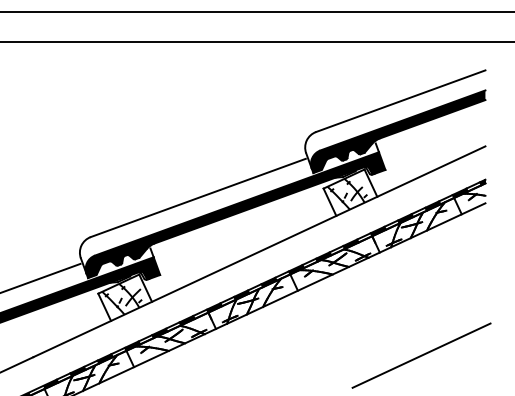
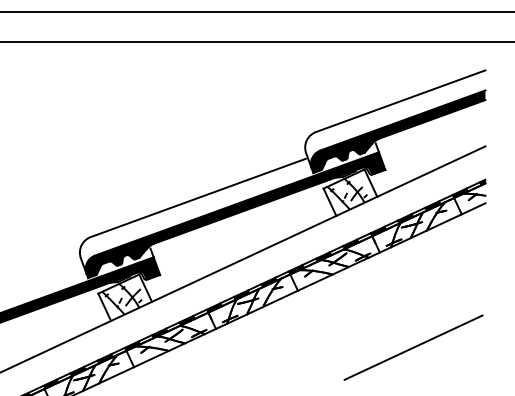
line at (41, 277): present -> none
line at (421, 355) position: (421, 355) -> (413, 347)
